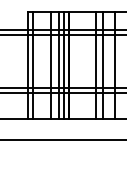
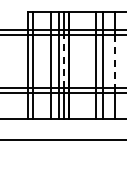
line at (63, 61): solid -> dashed
line at (115, 62): solid -> dashed
